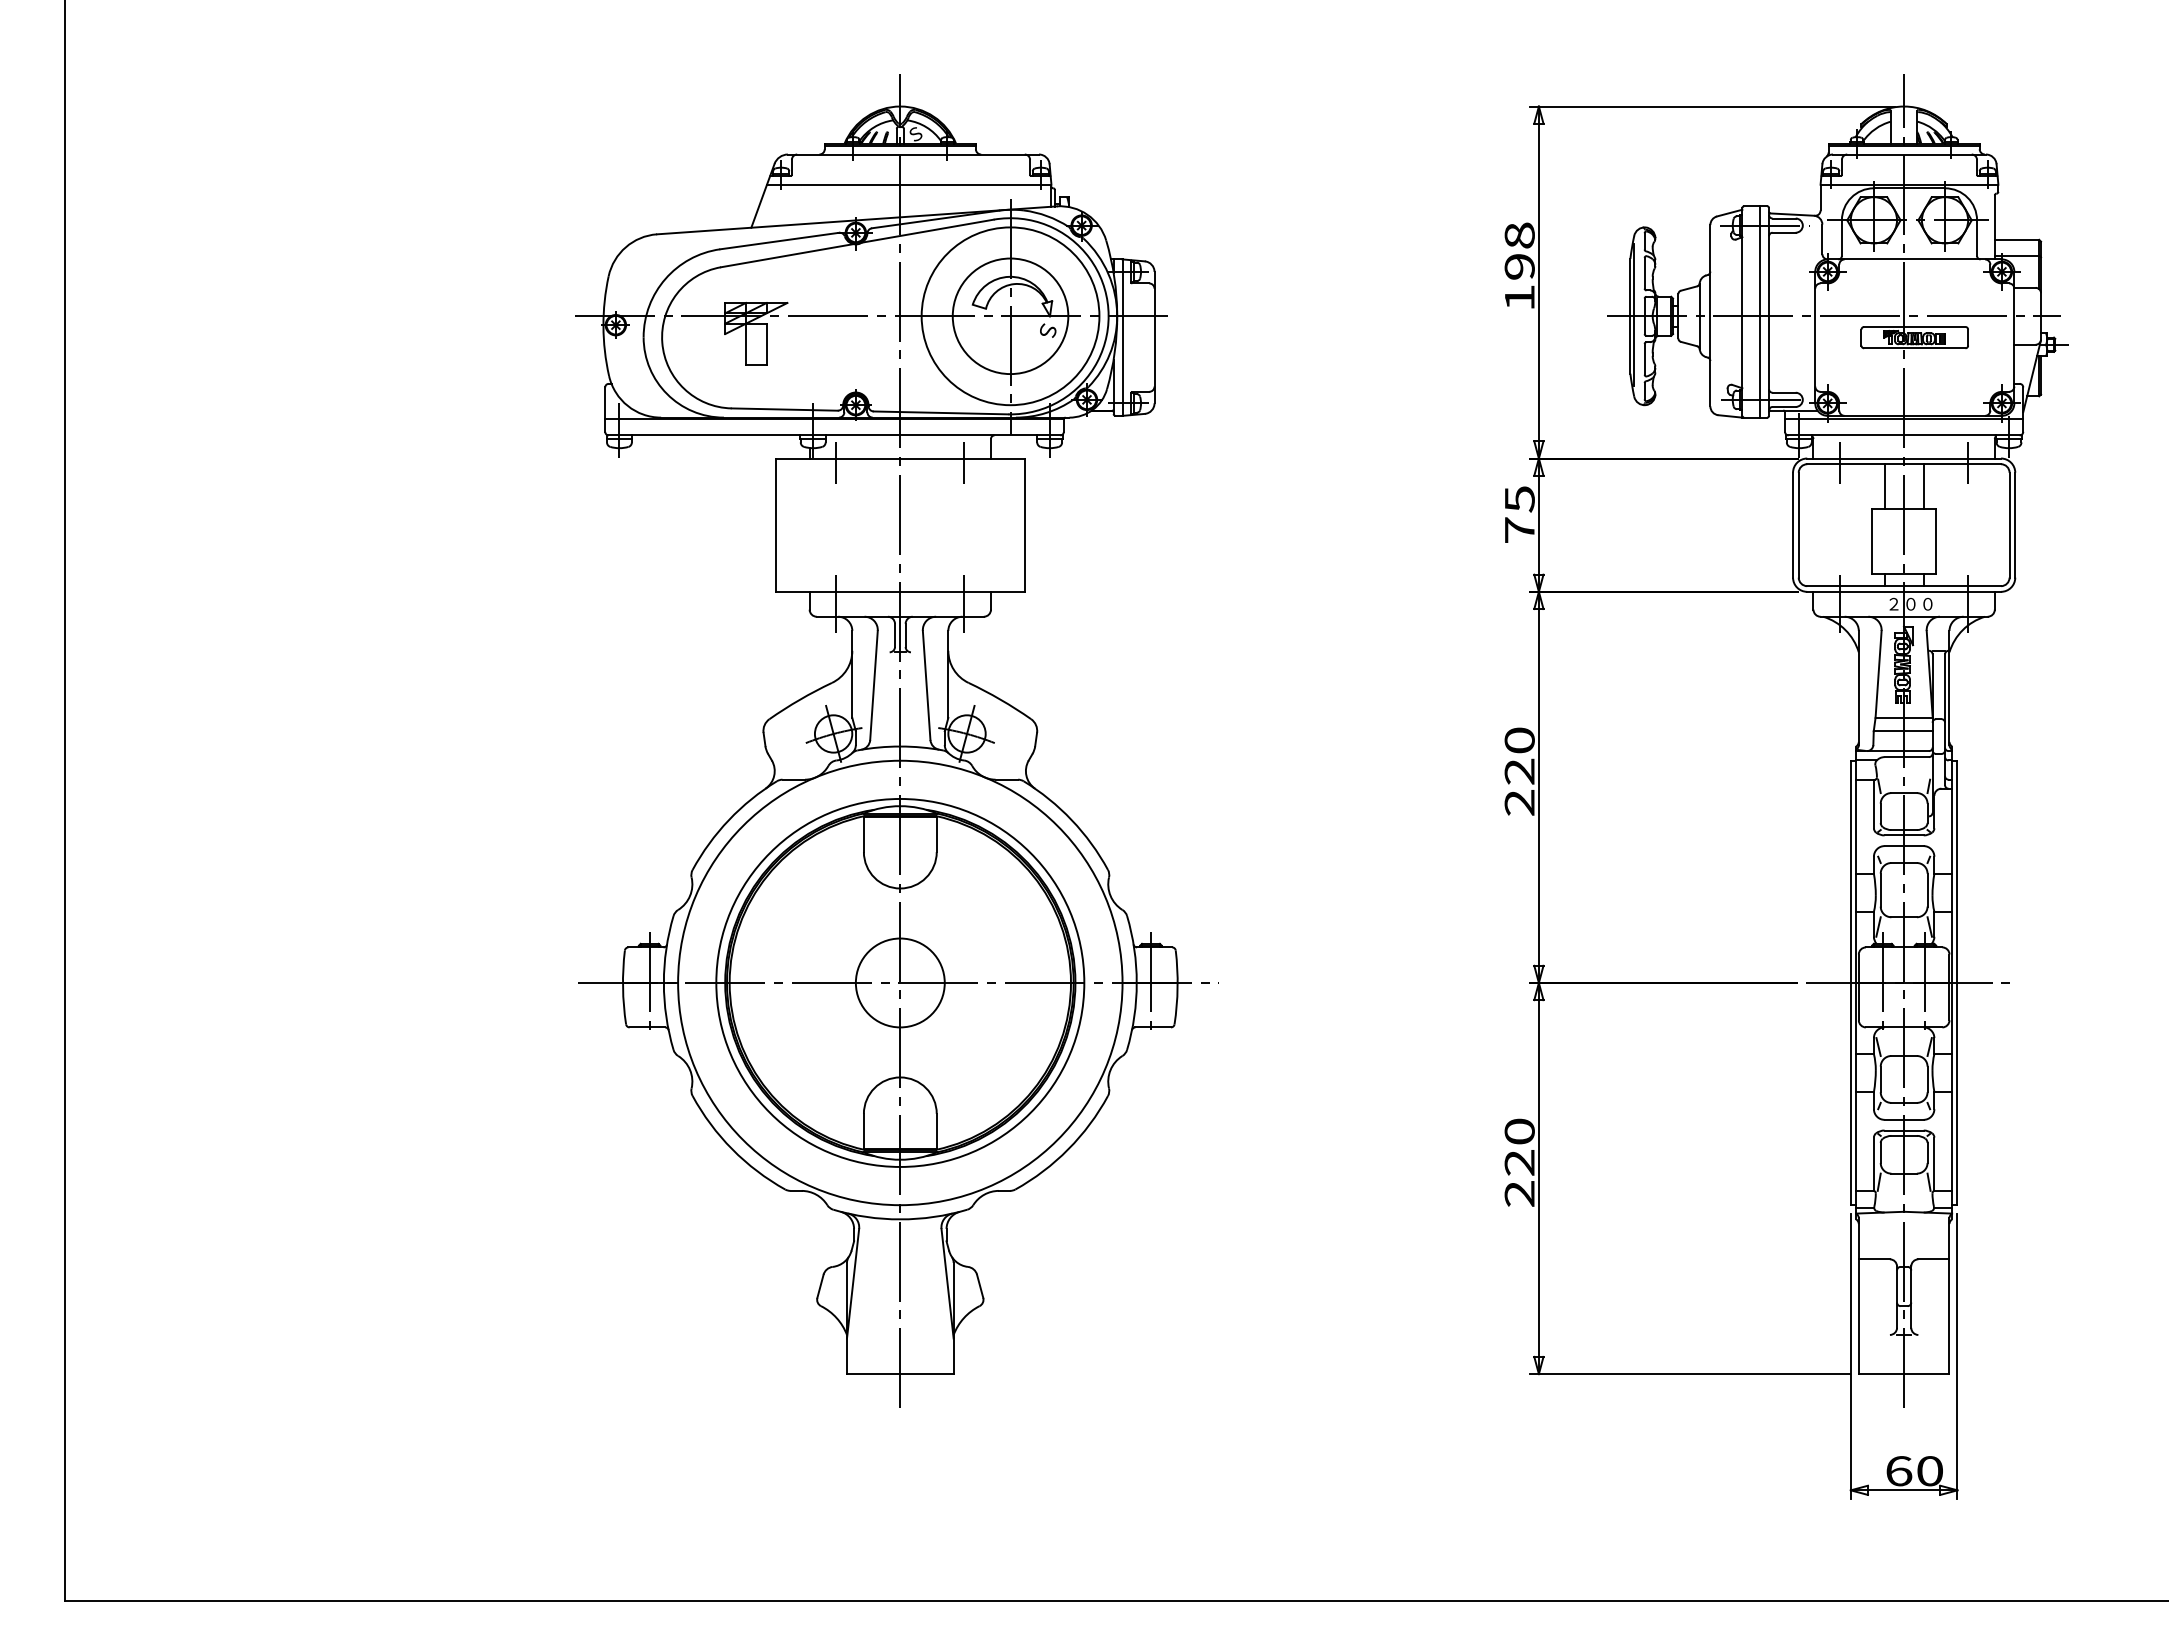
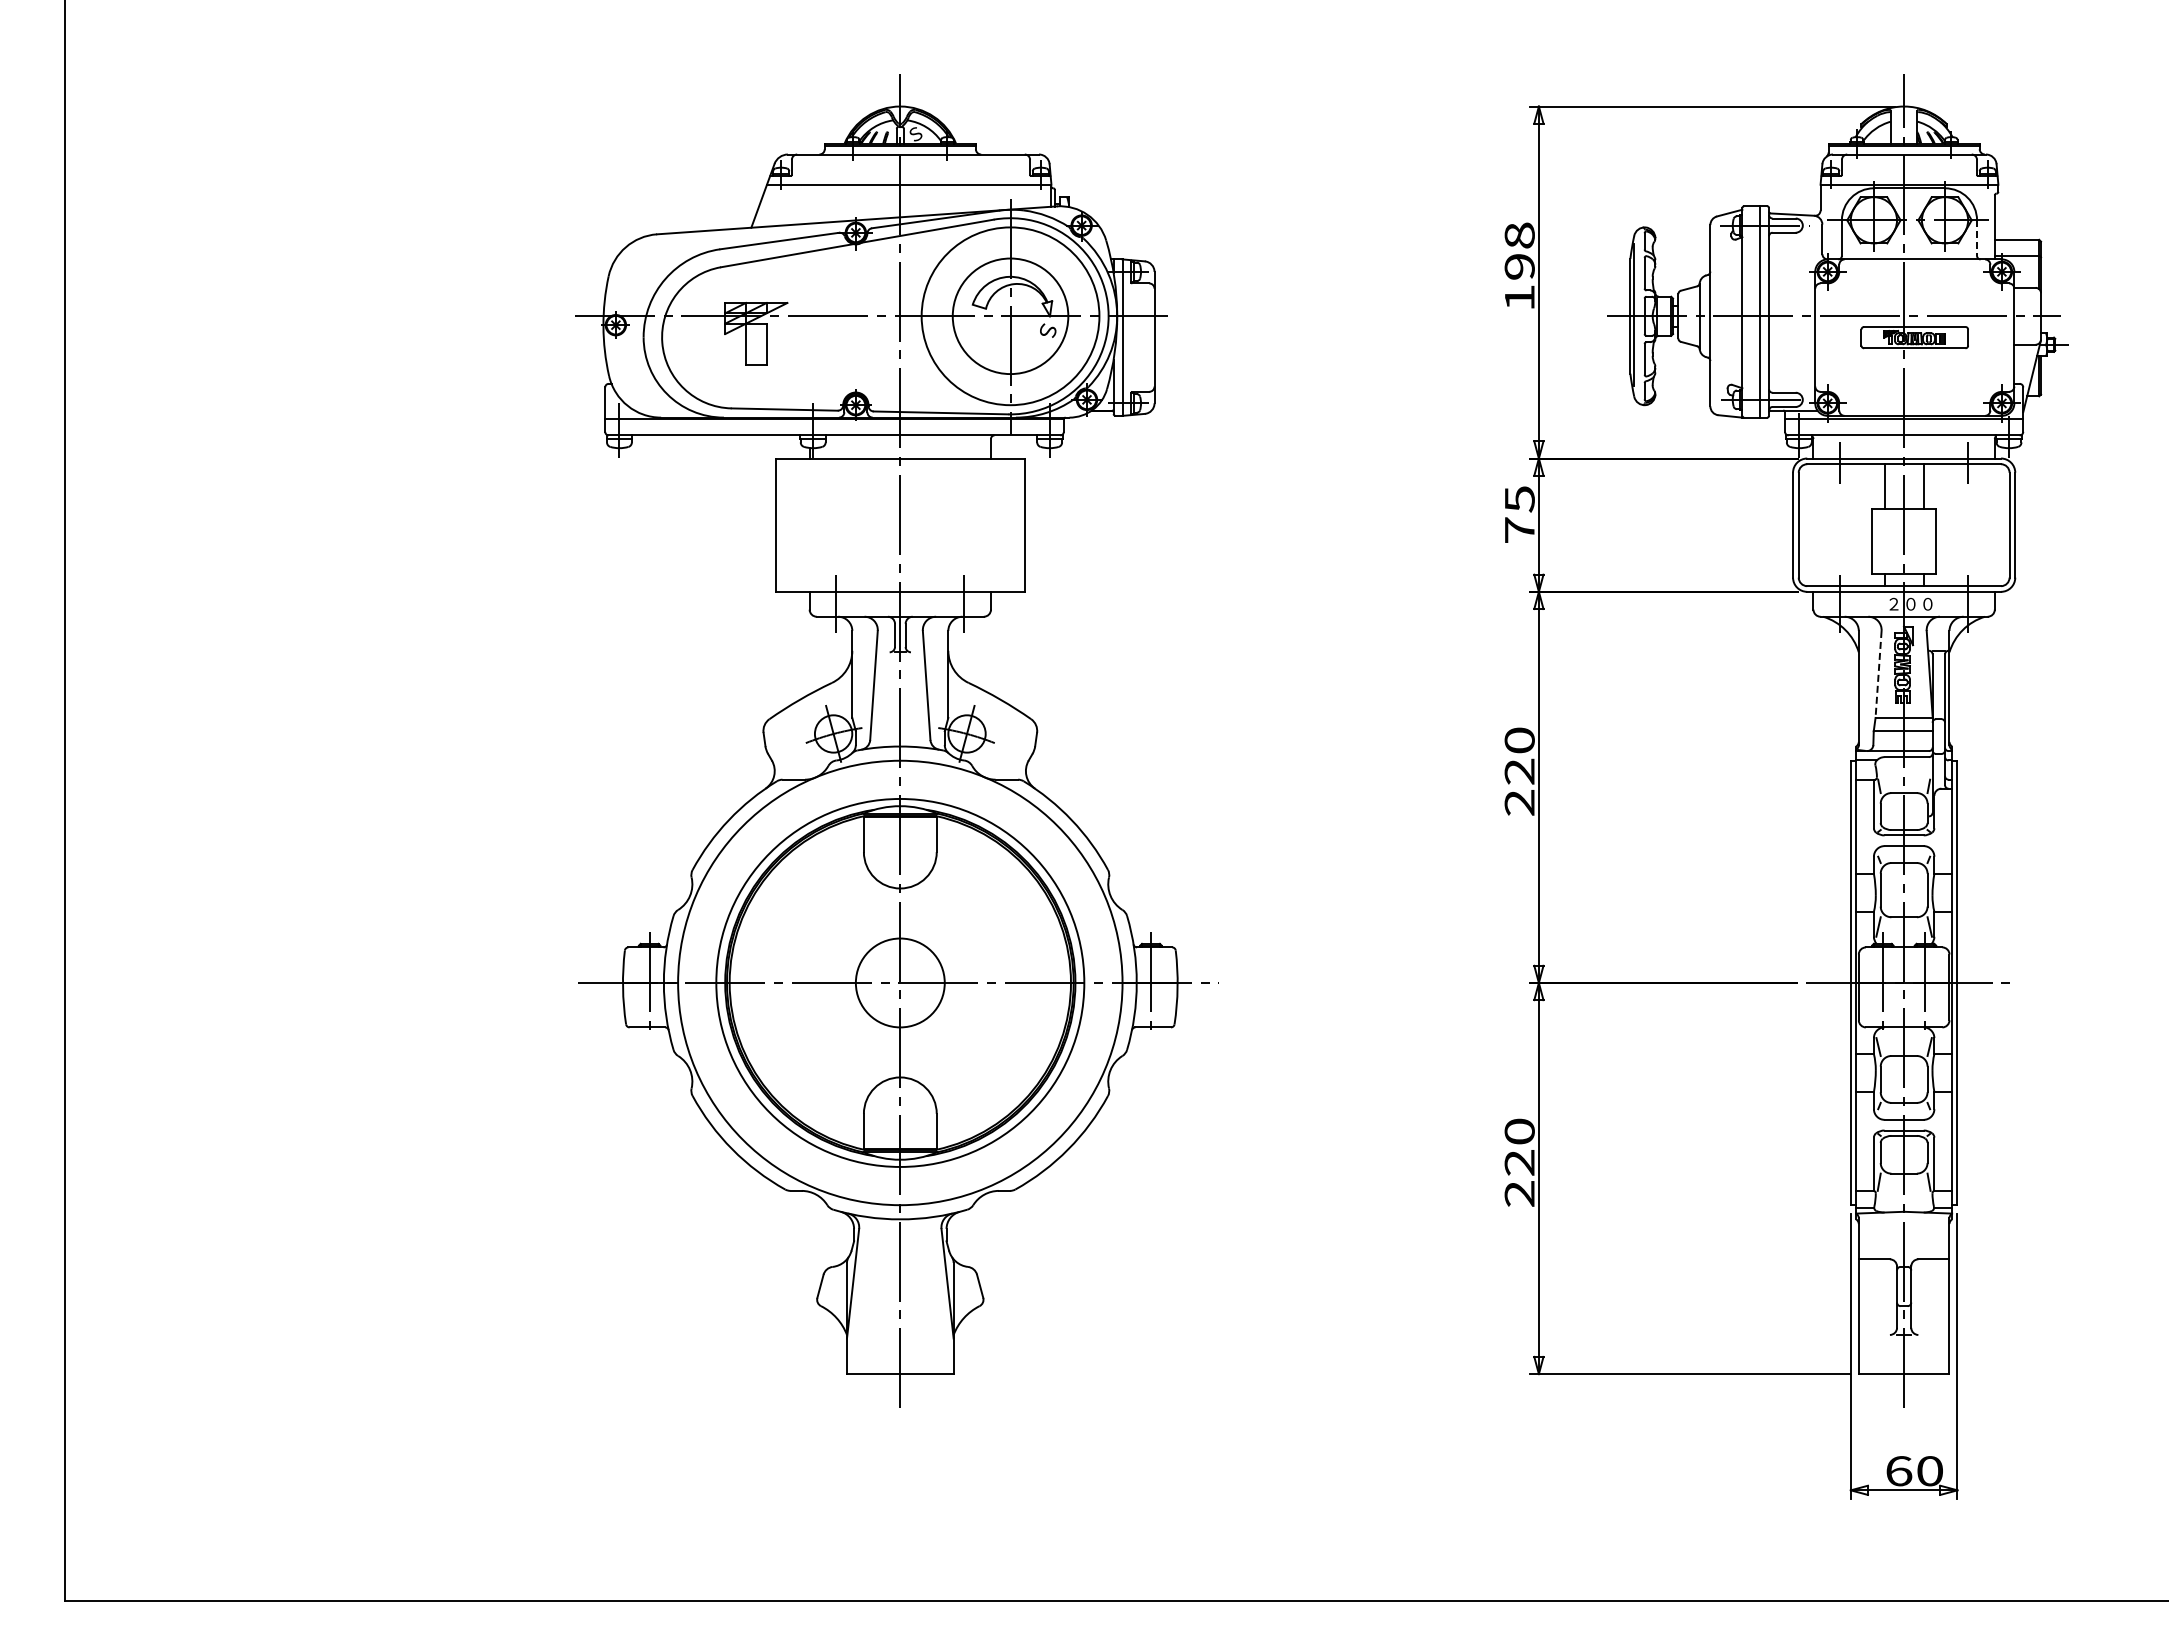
line at (1977, 238): solid -> dashed
line at (836, 462): present -> none
line at (964, 462): present -> none
line at (1878, 674): solid -> dashed
